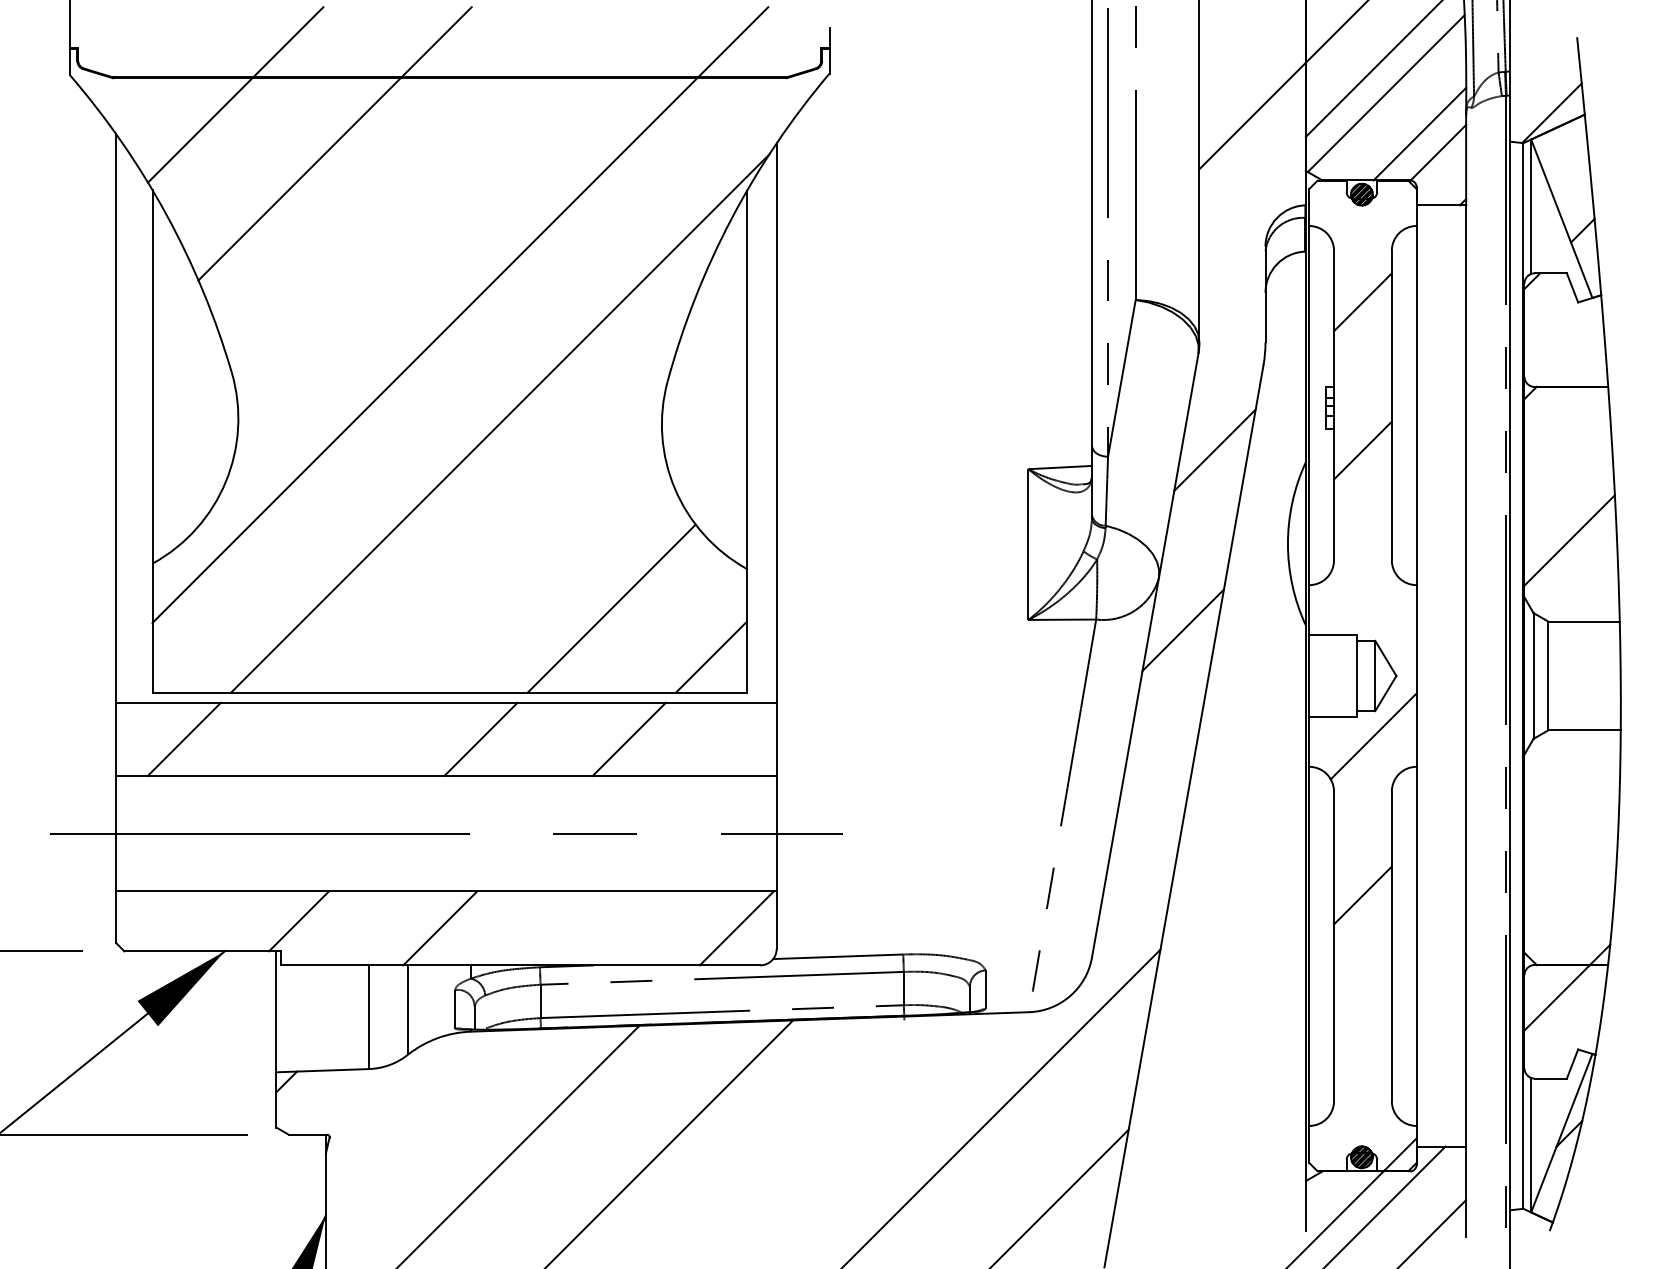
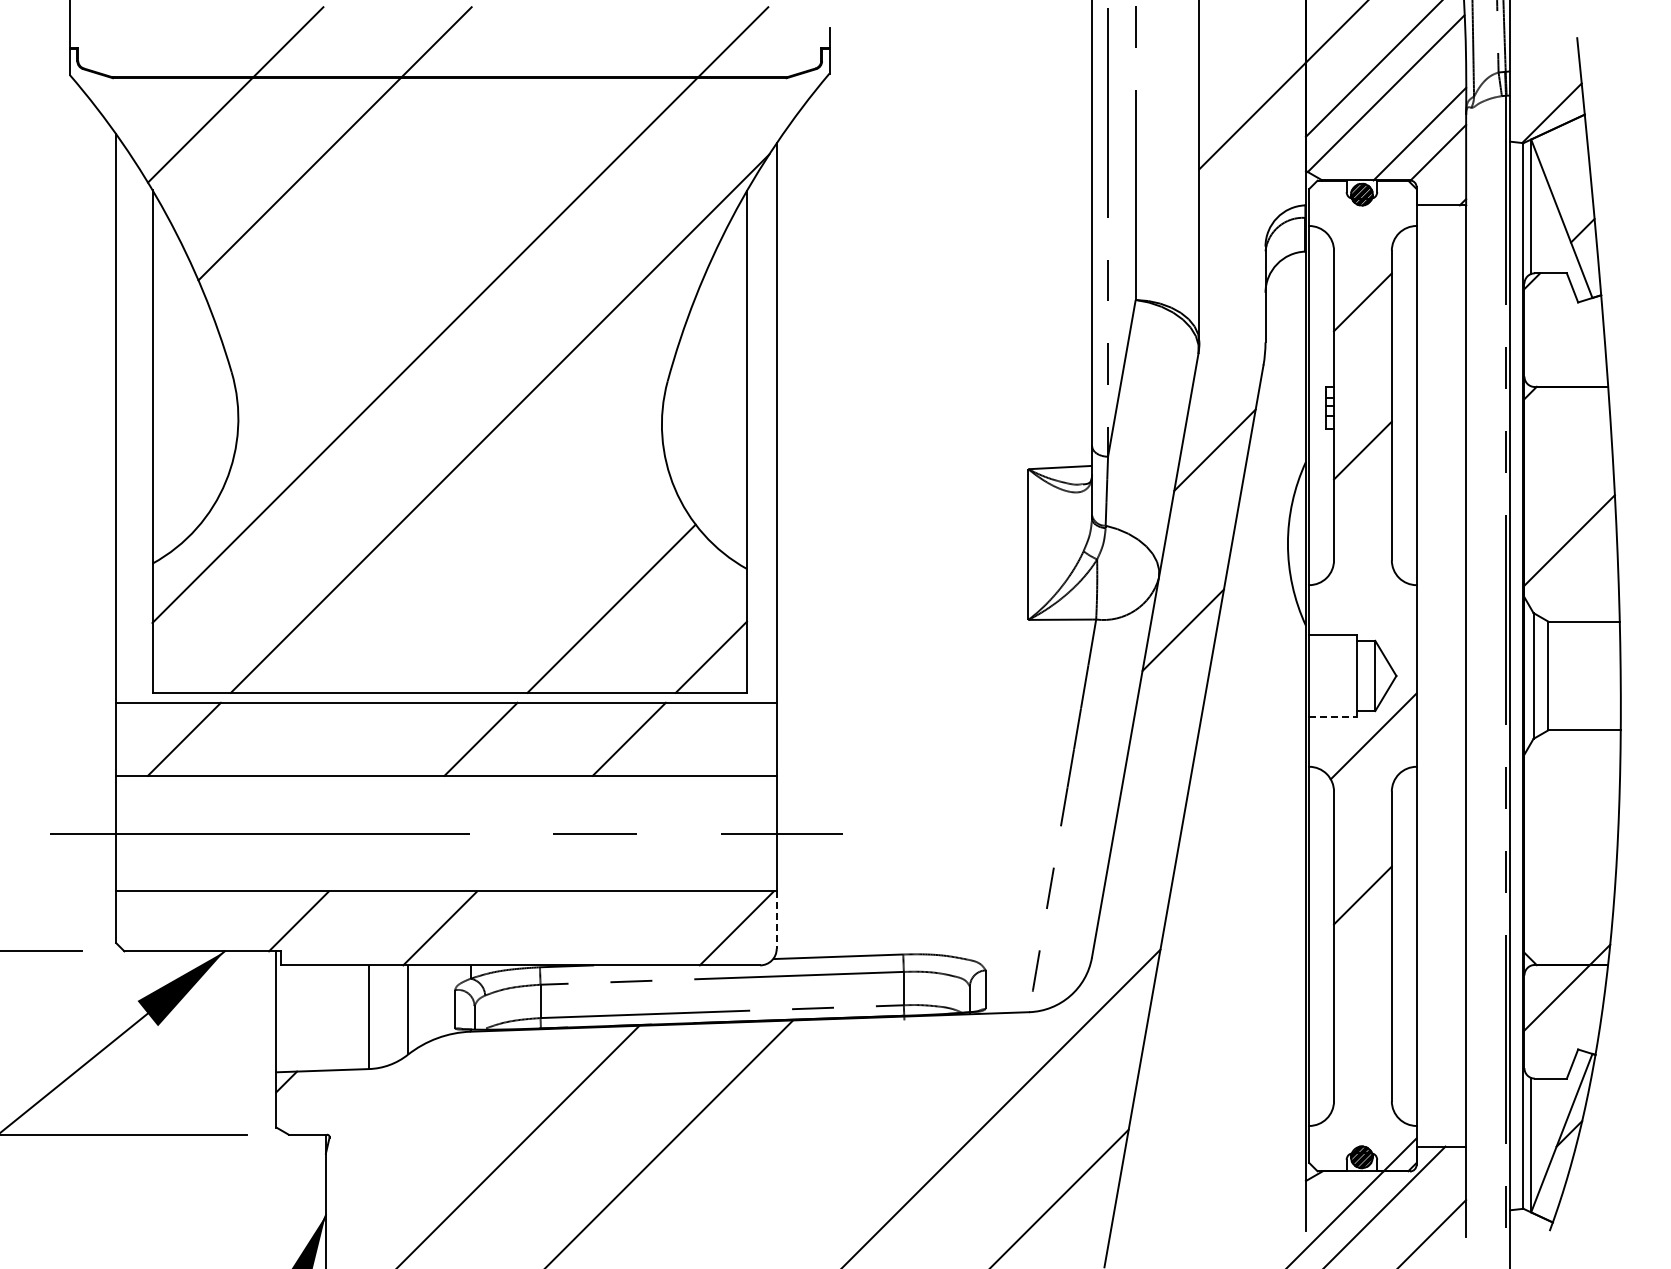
line at (1333, 717): solid -> dashed
line at (776, 920): solid -> dashed
